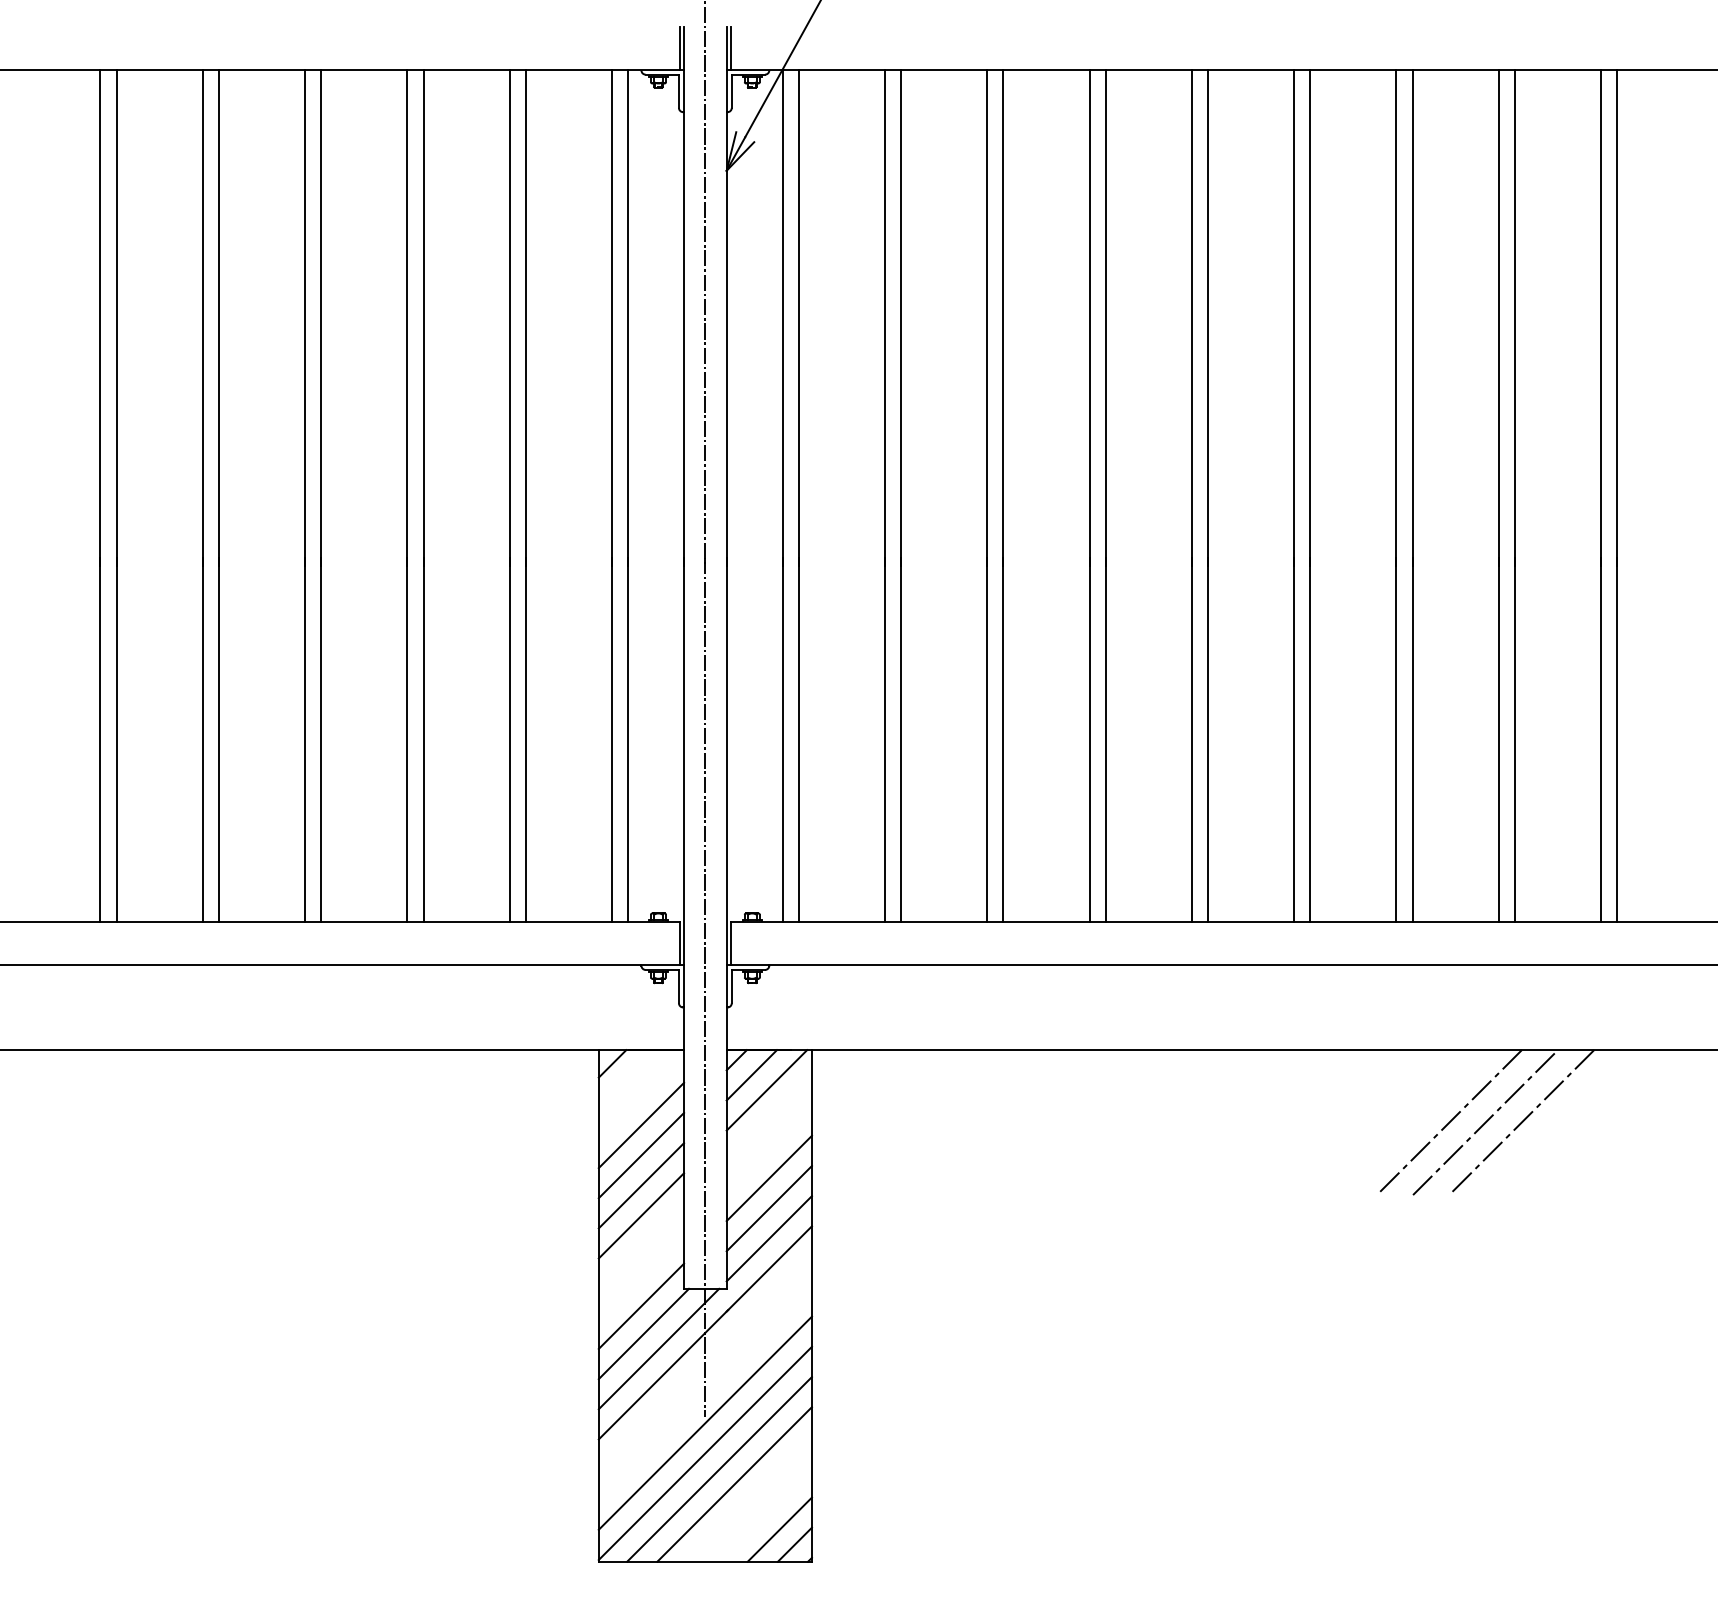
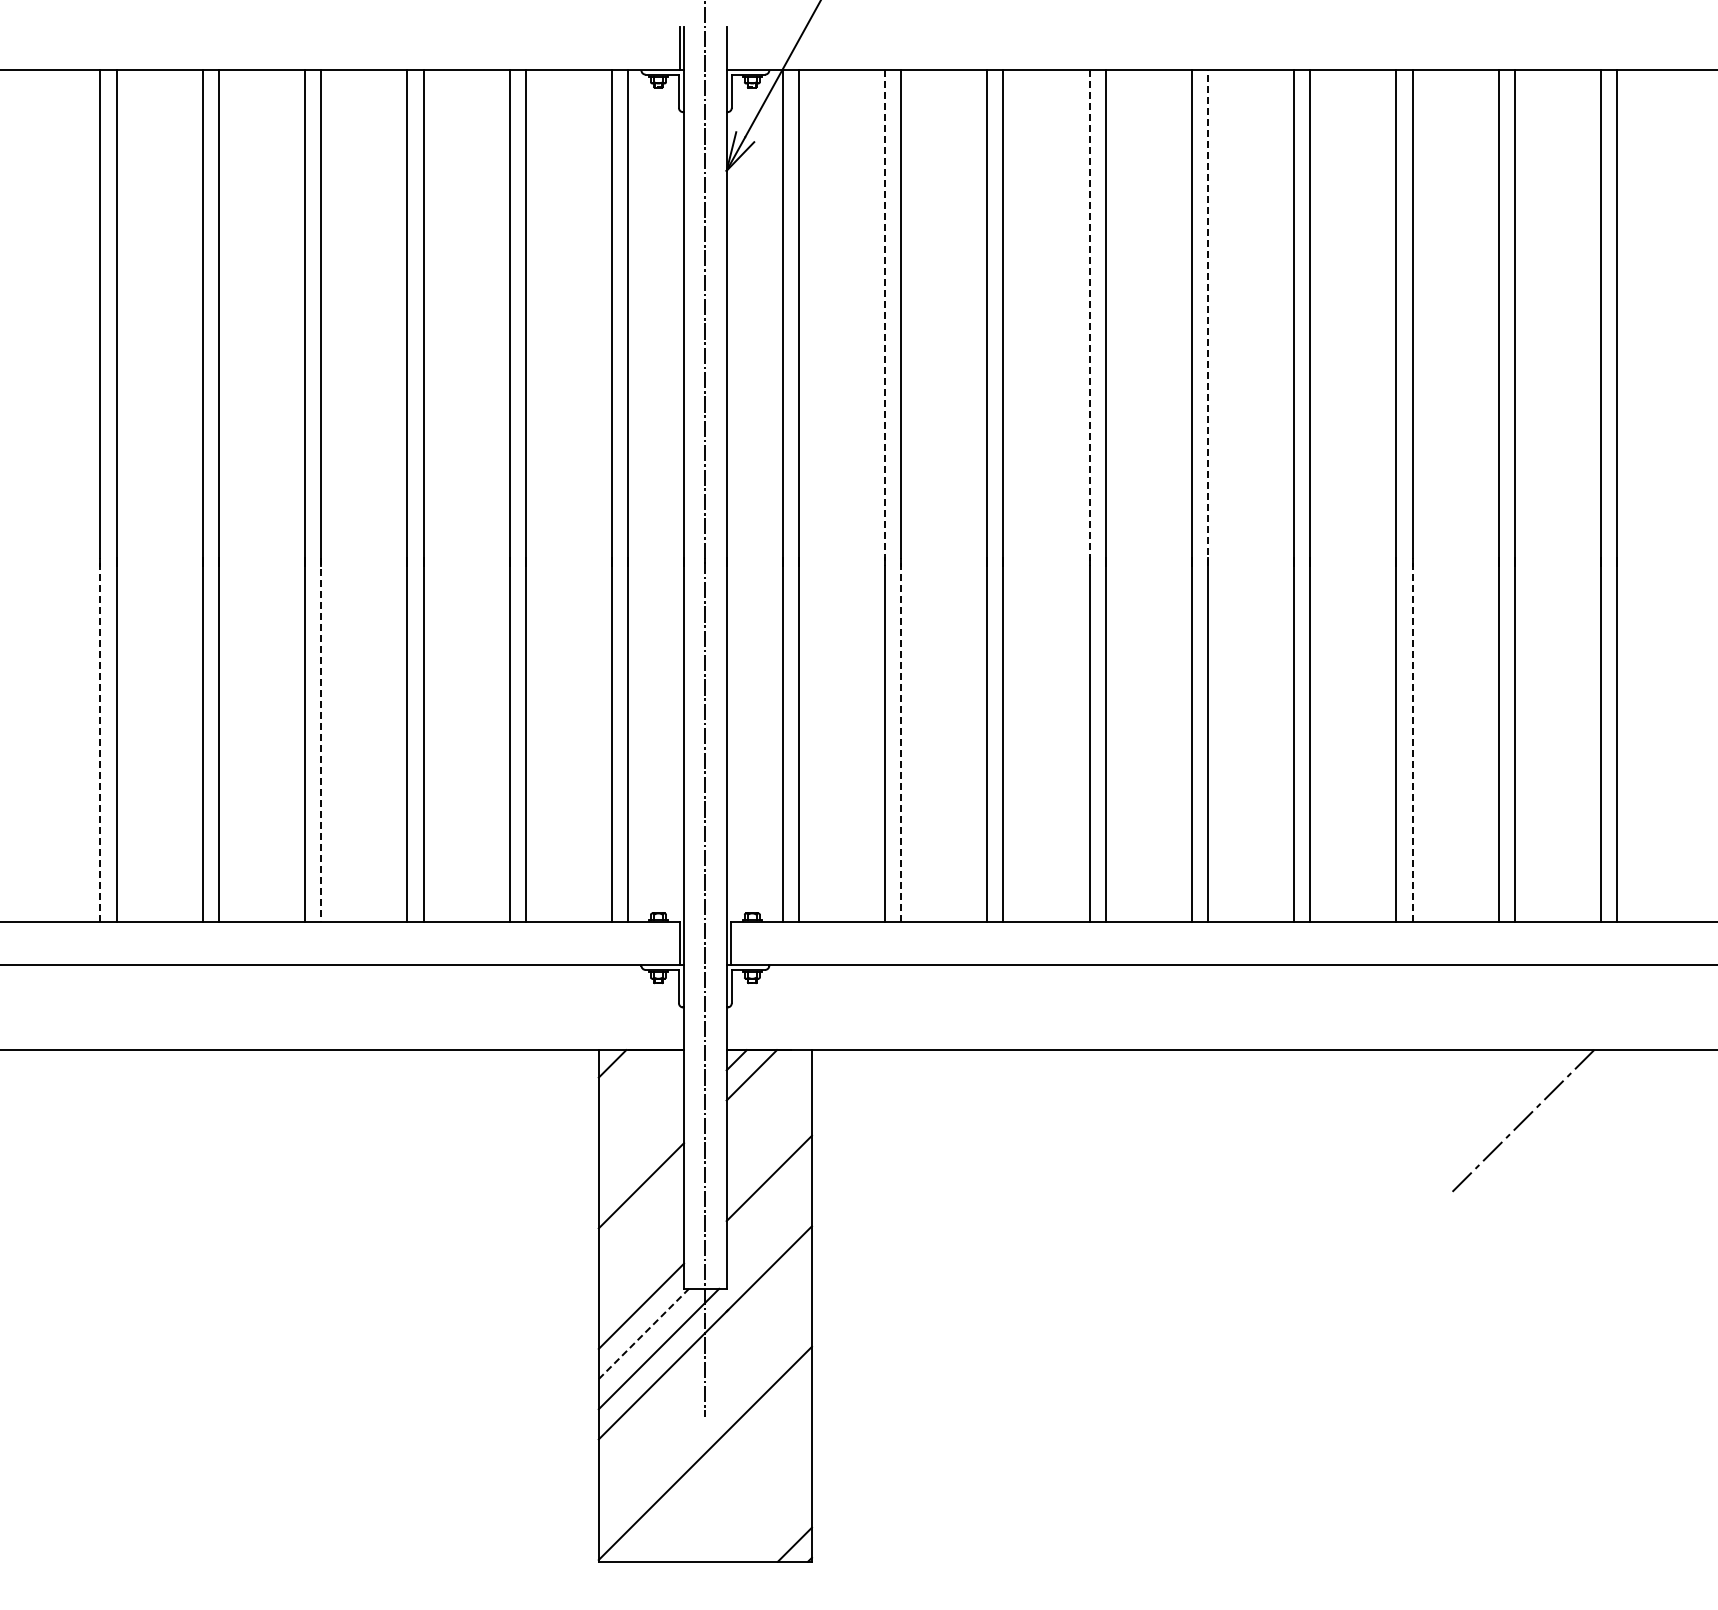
line at (730, 47): present -> none
line at (1208, 317): solid -> dashed
line at (884, 318): solid -> dashed
line at (1089, 318): solid -> dashed
line at (100, 739): solid -> dashed
line at (901, 739): solid -> dashed
line at (1412, 739): solid -> dashed
line at (321, 740): solid -> dashed
line at (766, 1090): present -> none
line at (1448, 1122): present -> none
line at (1485, 1122): present -> none
line at (641, 1125): present -> none
line at (641, 1155): present -> none
line at (768, 1208): present -> none
line at (641, 1215): present -> none
line at (768, 1238): present -> none
line at (643, 1334): solid -> dashed
line at (704, 1422): present -> none
line at (719, 1469): present -> none
line at (734, 1484): present -> none
line at (779, 1529): present -> none
